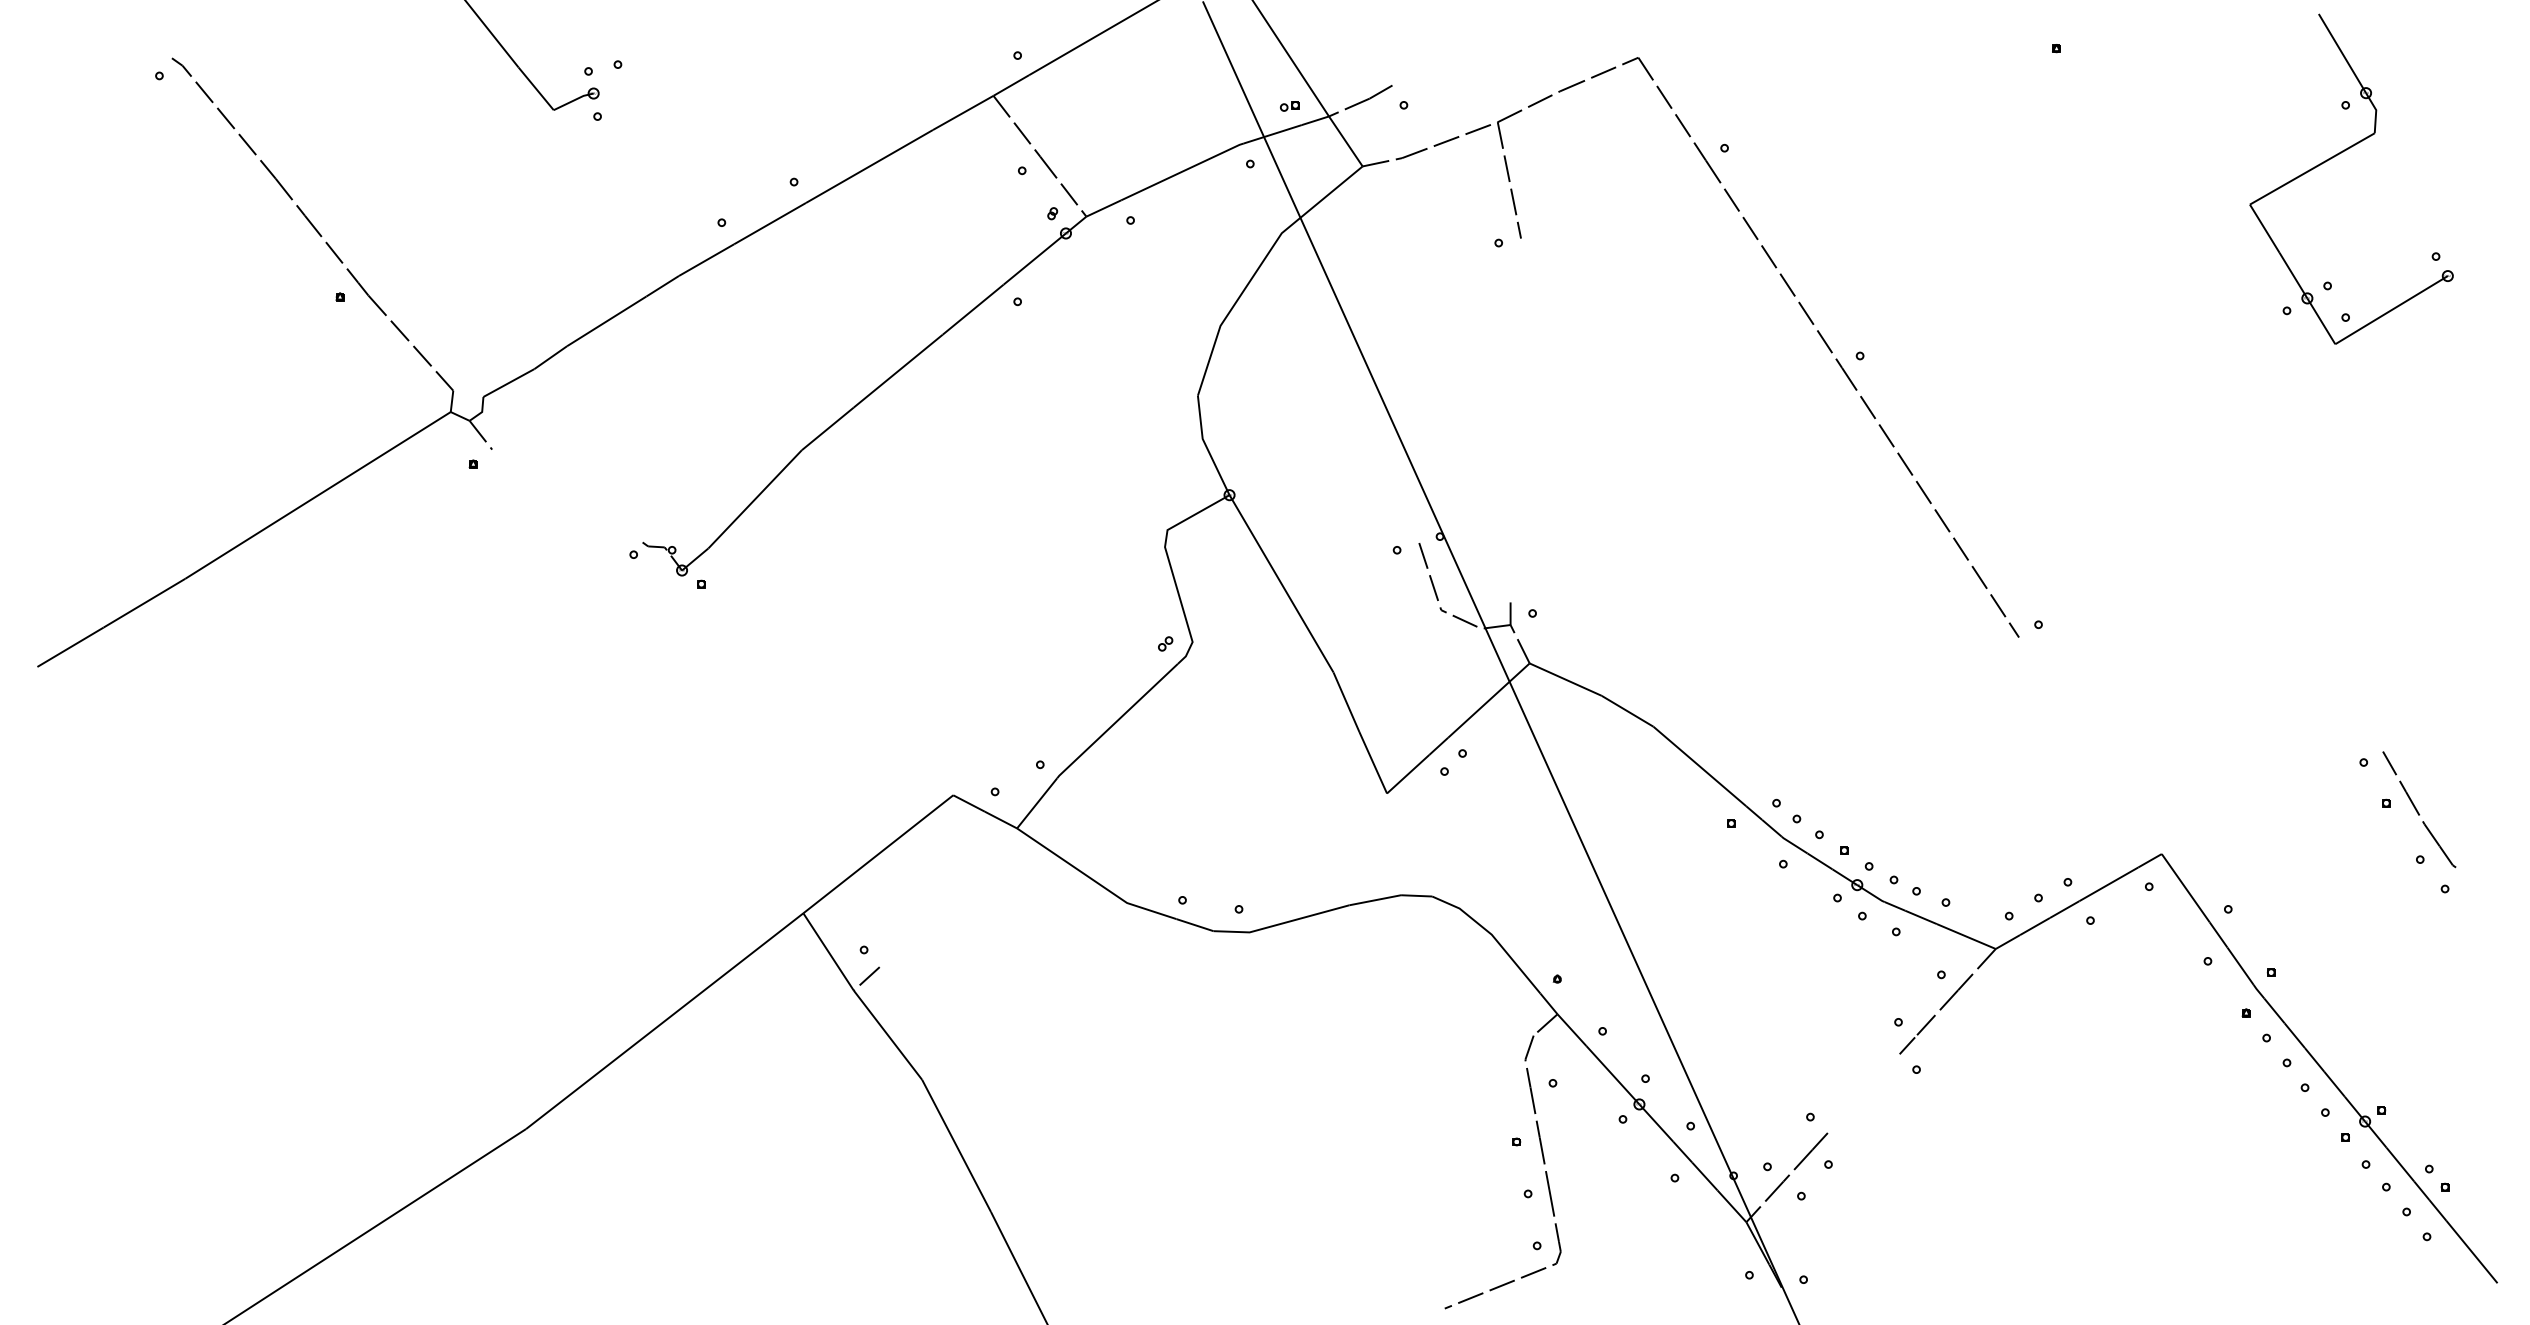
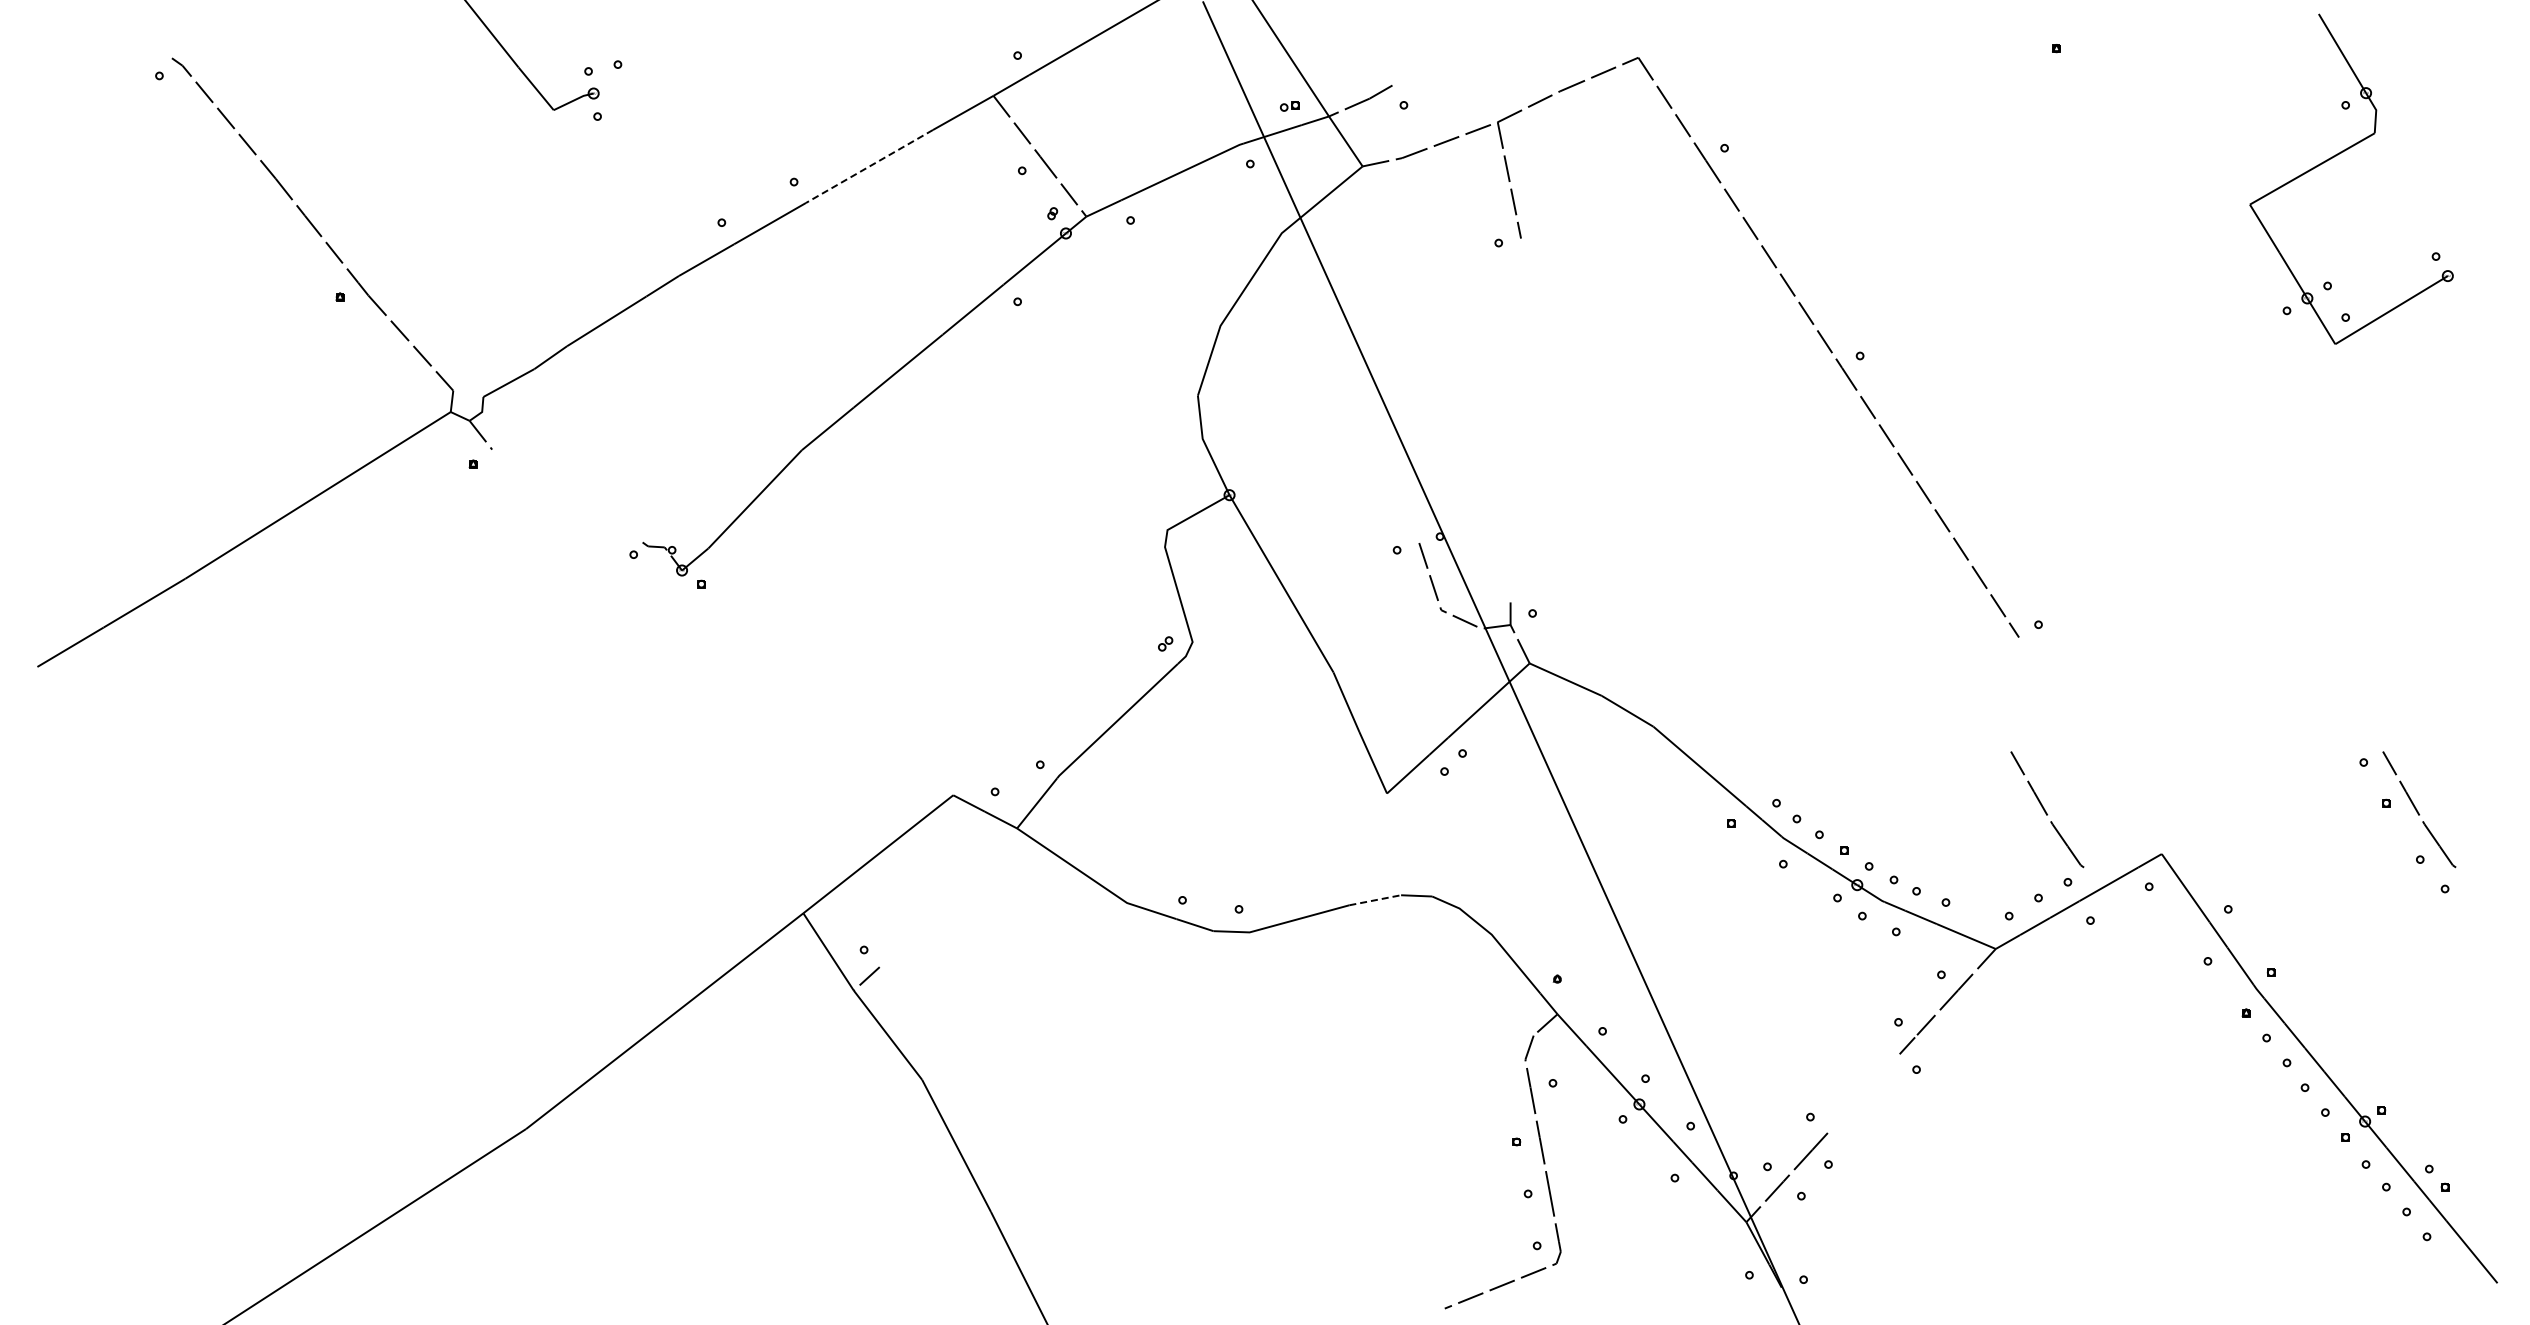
line at (869, 166): solid -> dashed
part at (2047, 809): none -> present
line at (1375, 900): solid -> dashed
